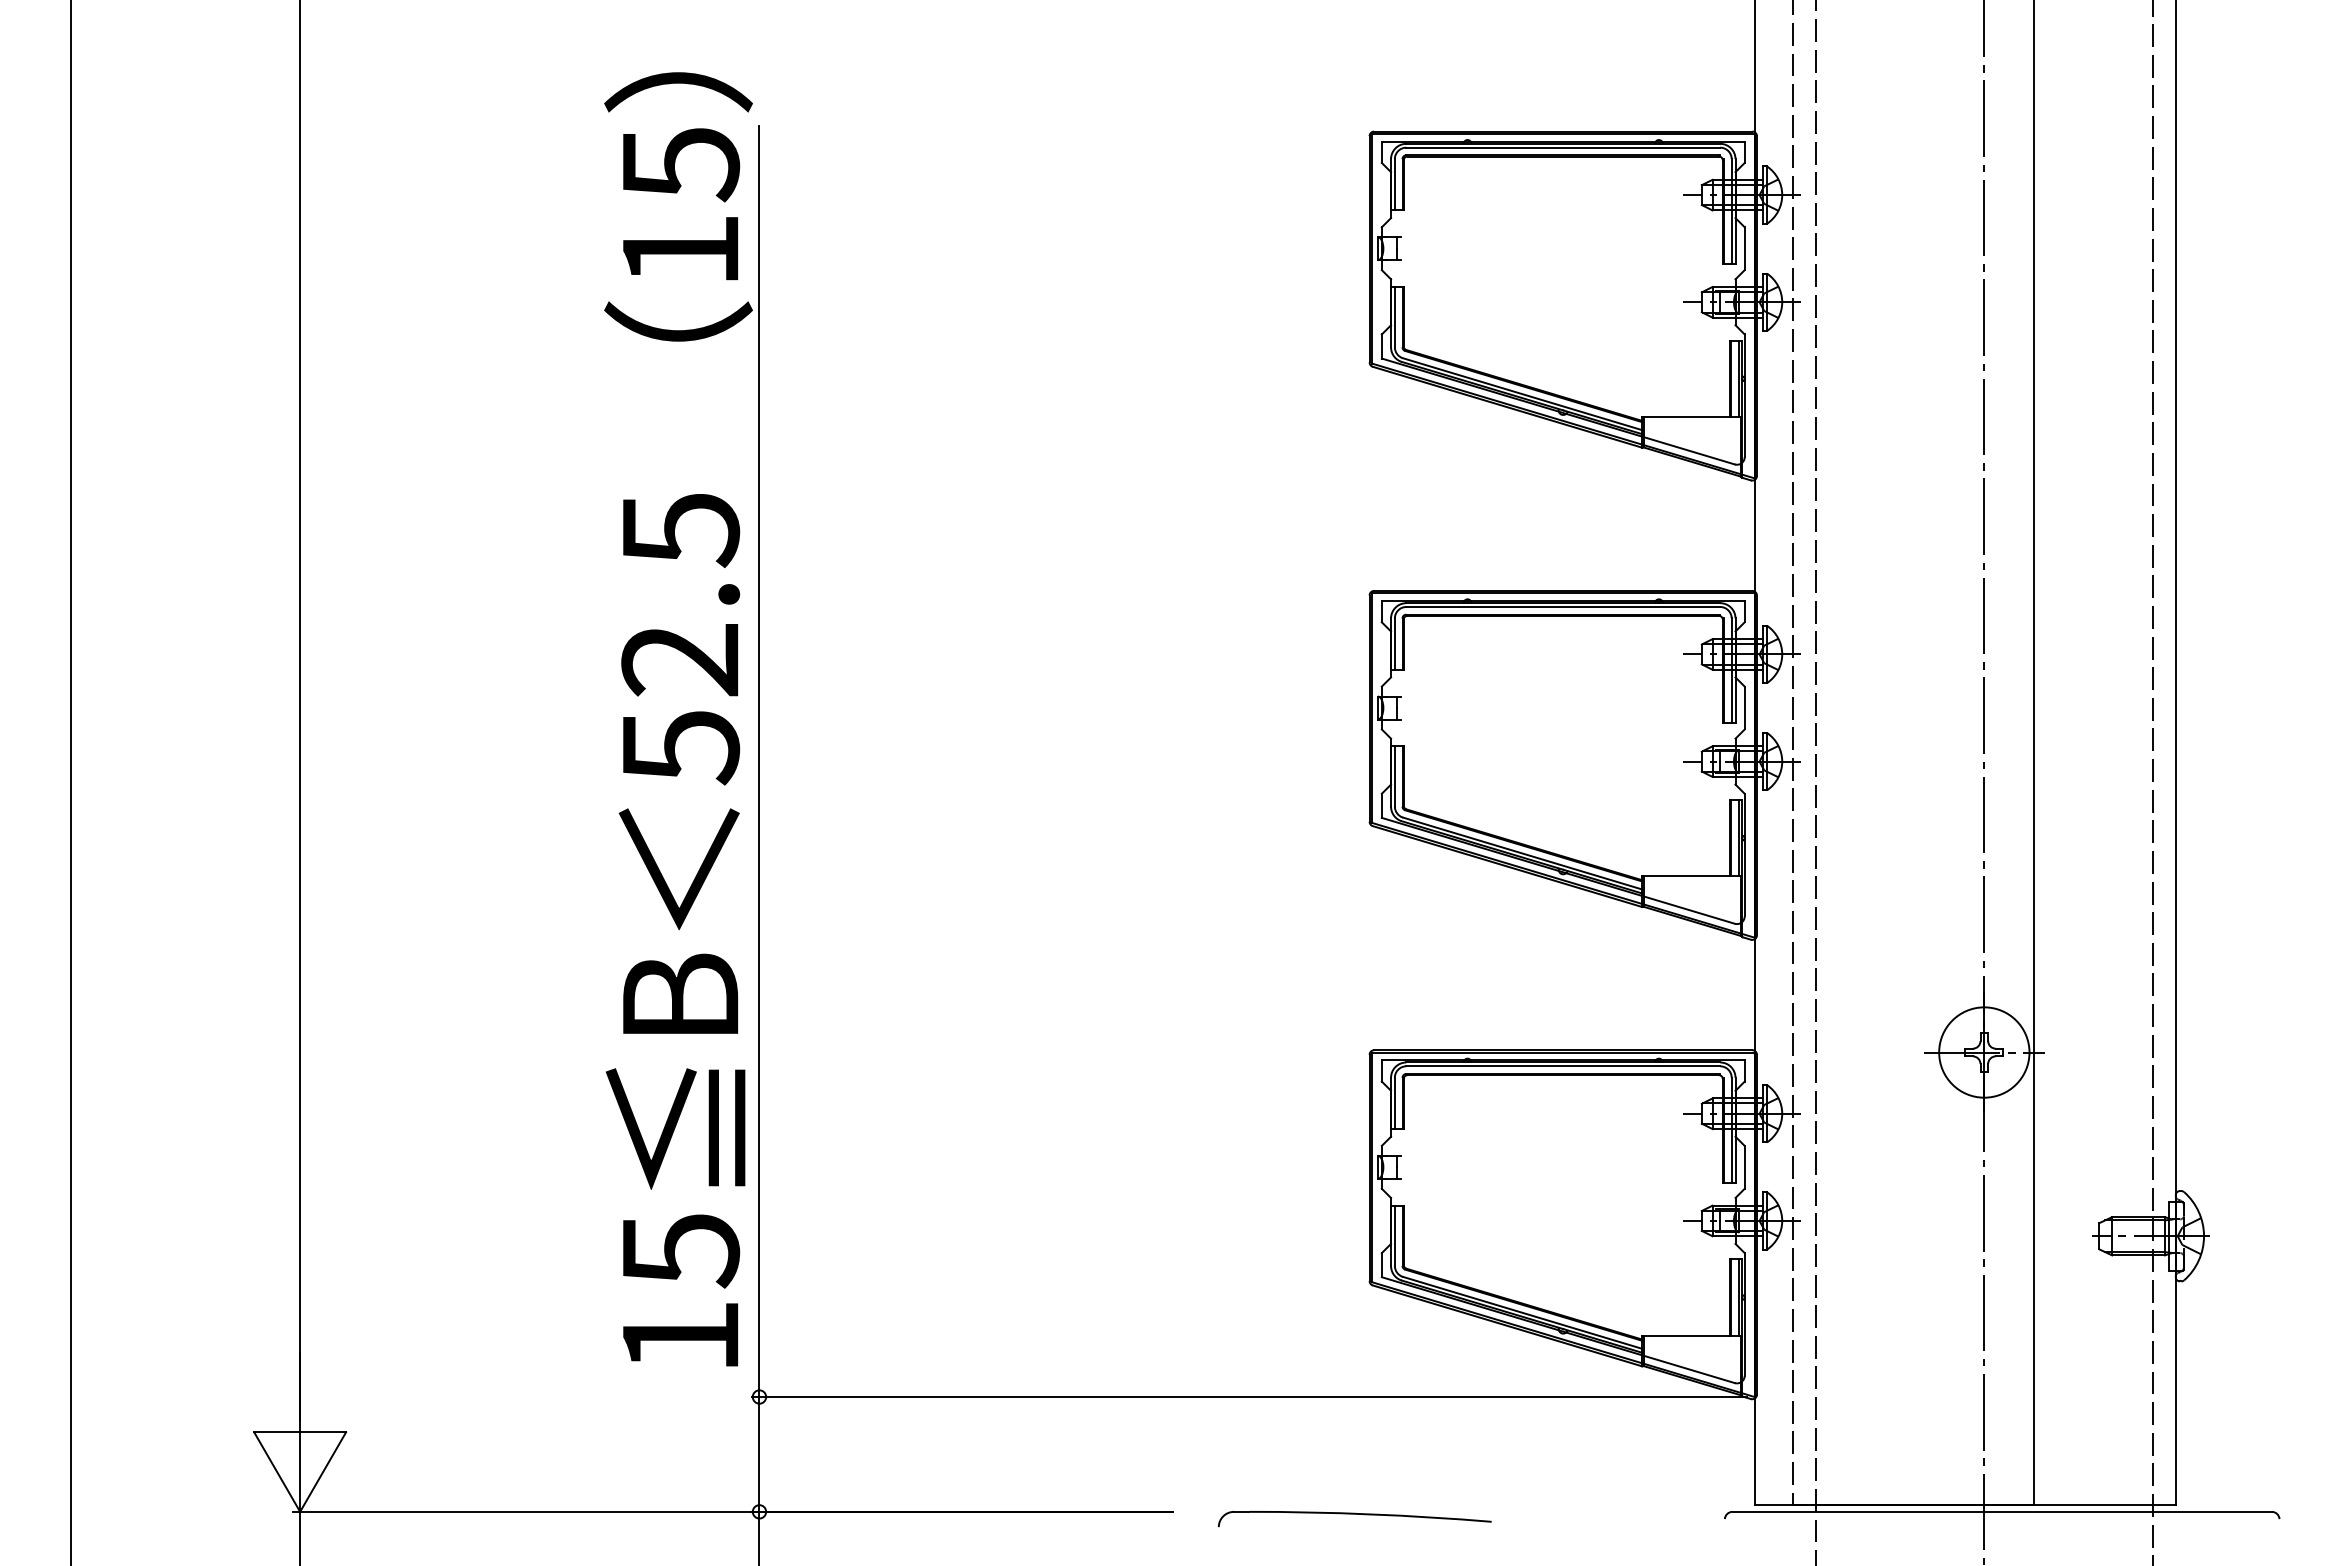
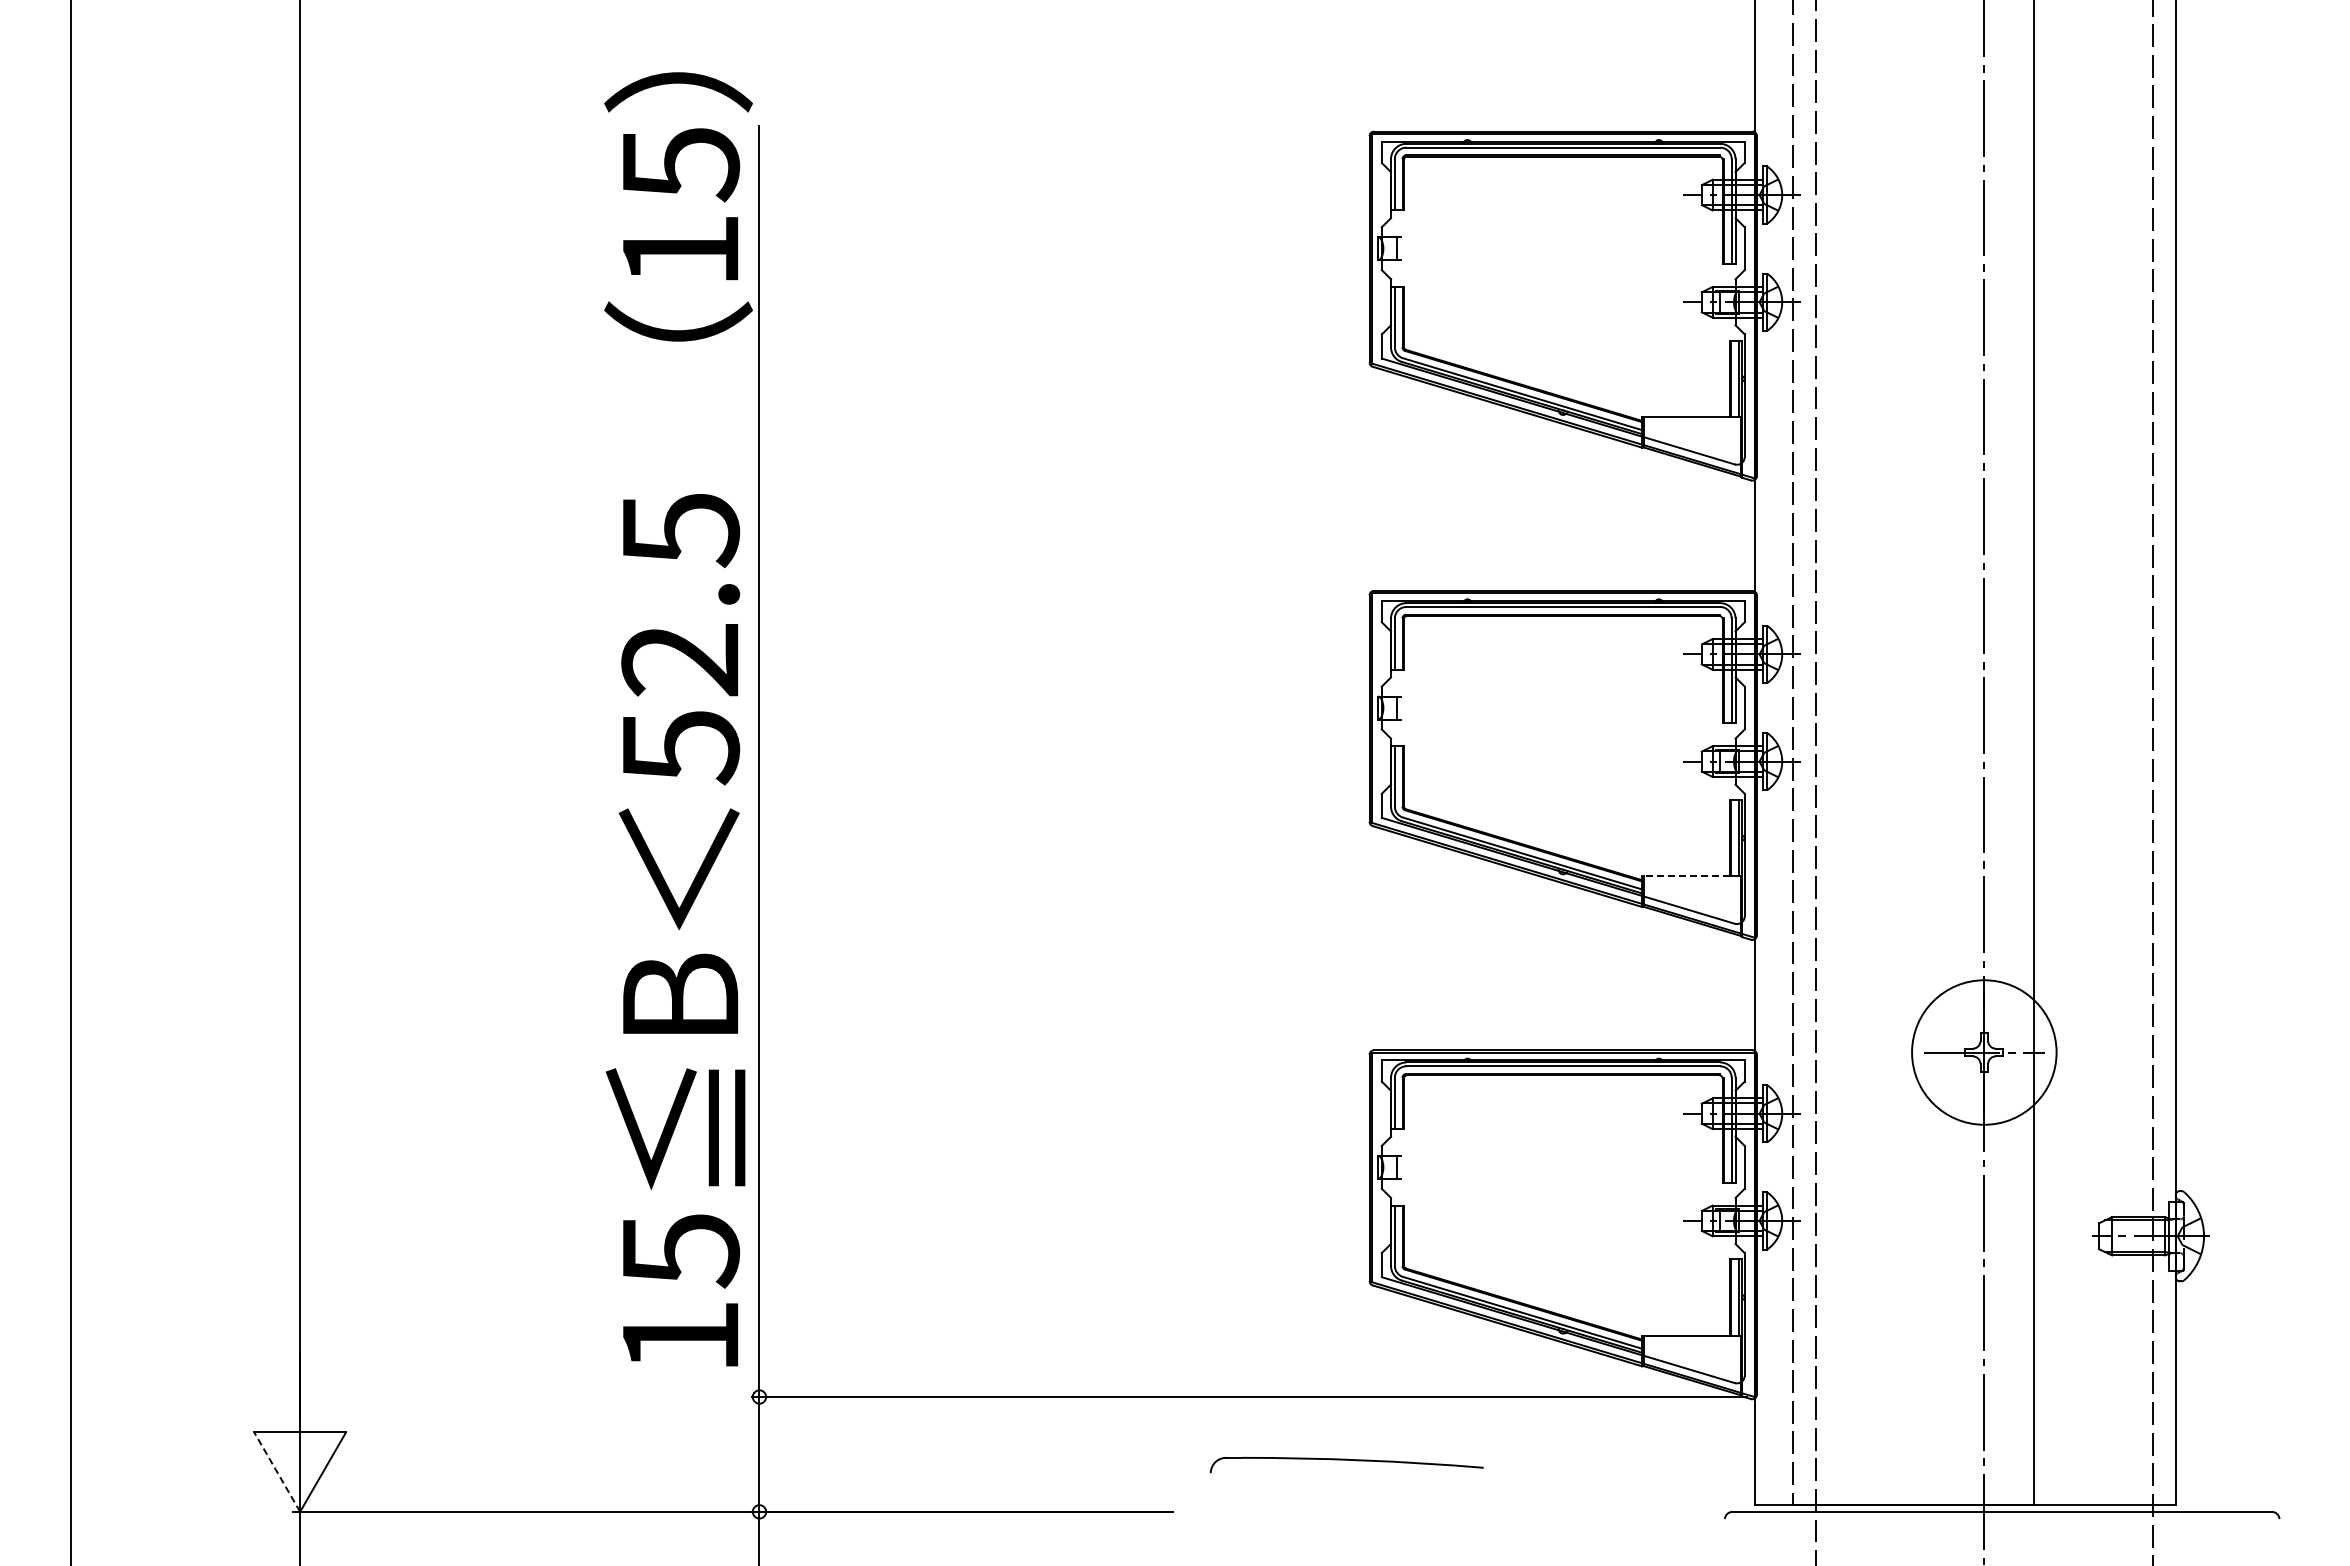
line at (1685, 876): solid -> dashed
circle at (1984, 1052) diameter: 90 px -> 145 px
line at (277, 1472): solid -> dashed
part at (1354, 1519) position: (1354, 1519) -> (1346, 1465)
